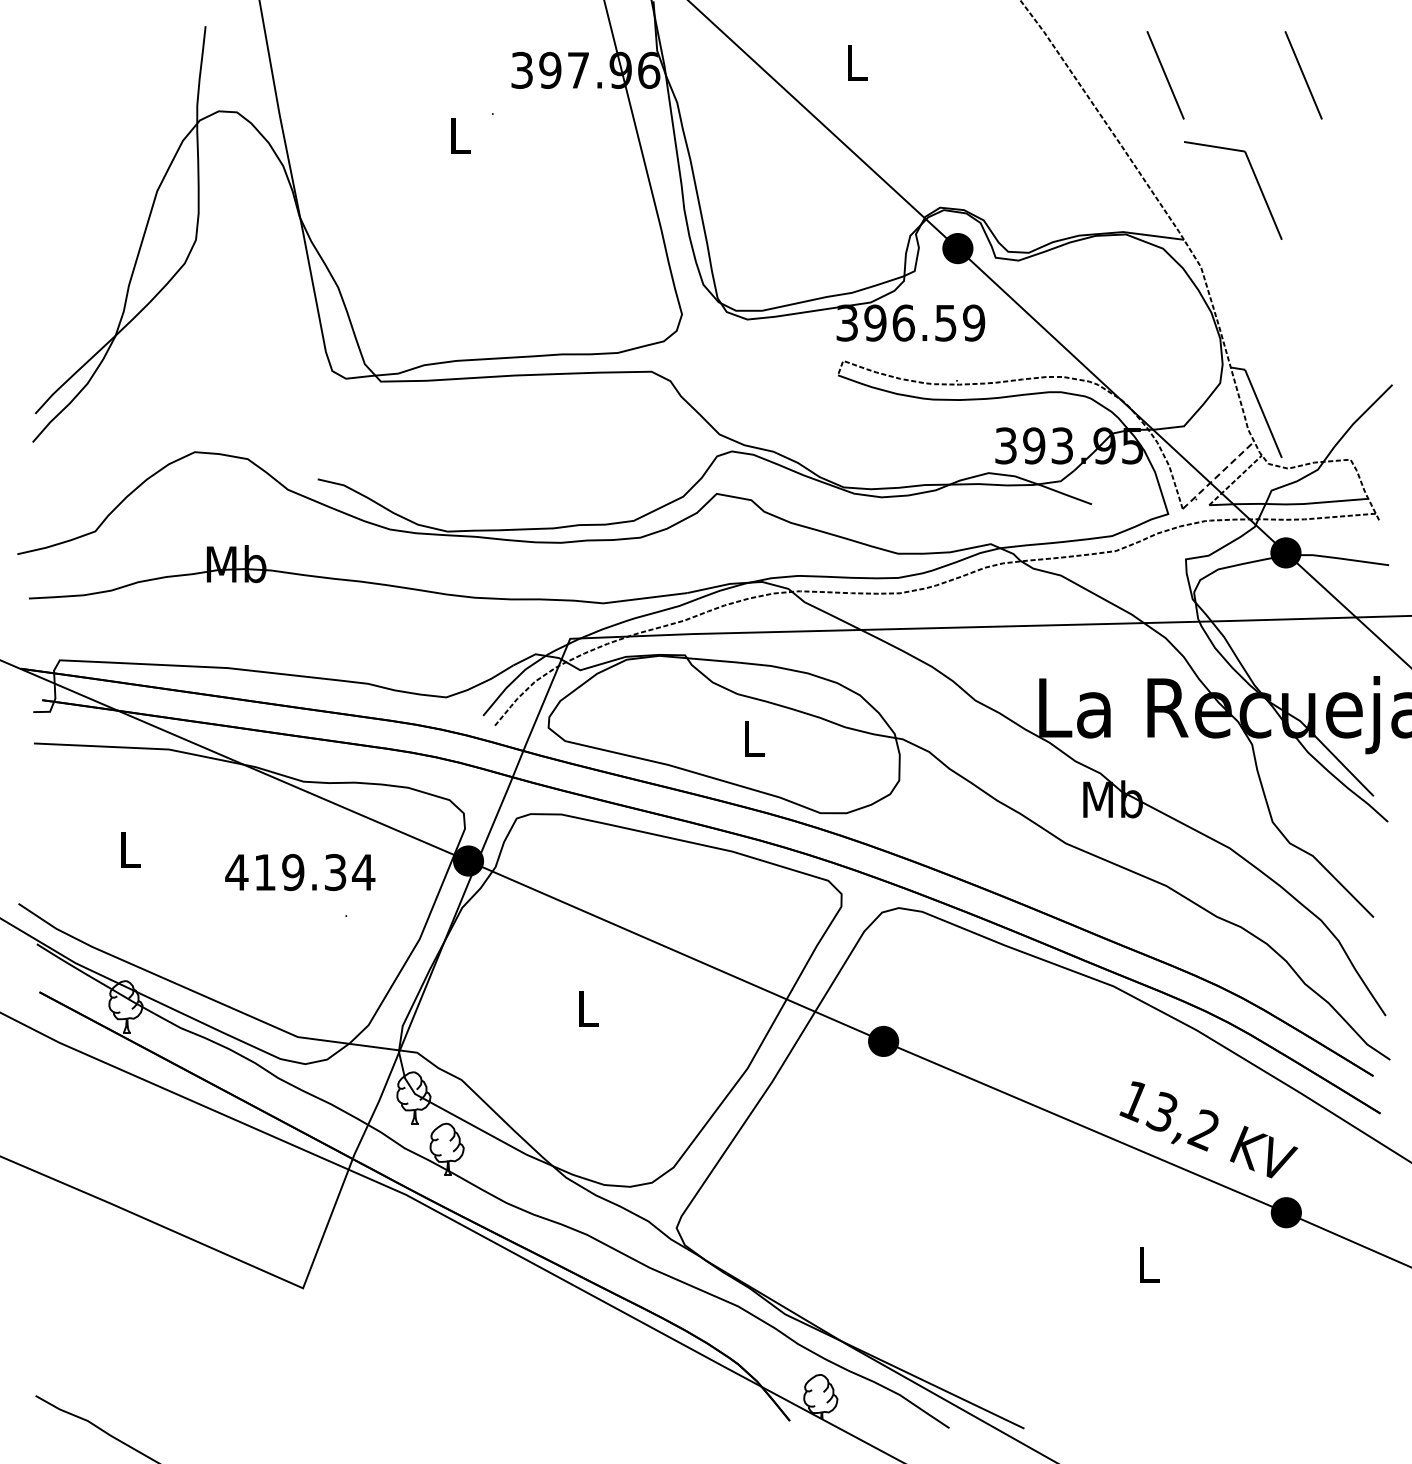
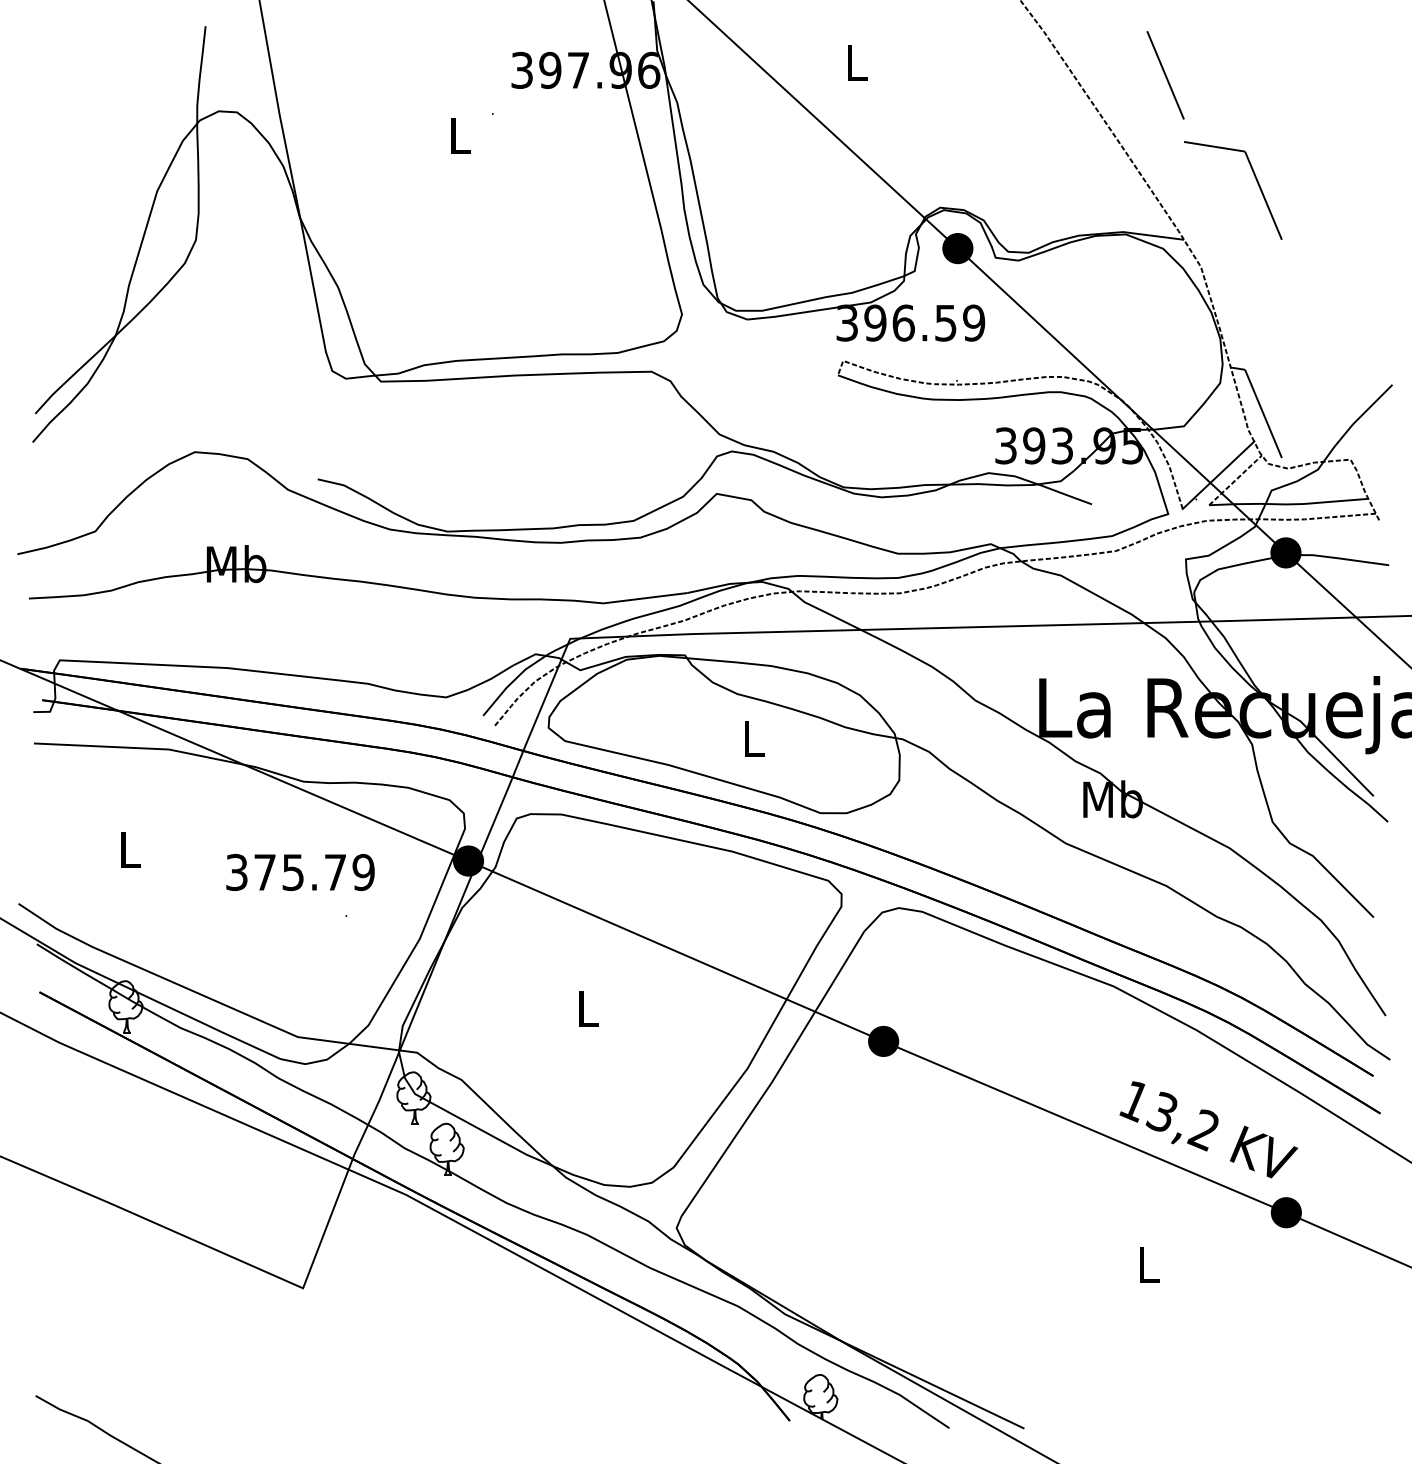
line at (1303, 75): present -> none
line at (1218, 474): dashed -> solid
text at (300, 872): 419.34 -> 375.79
